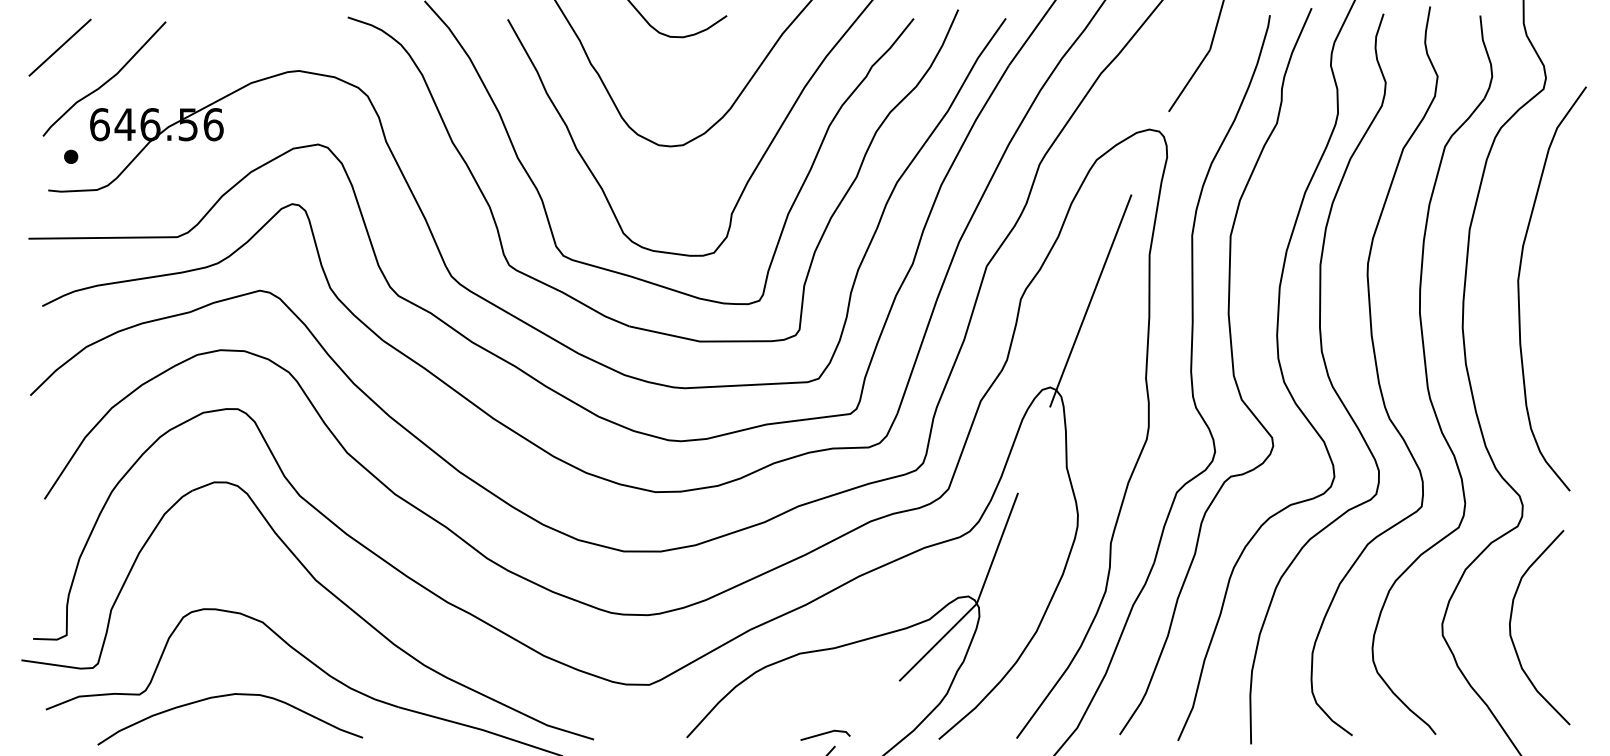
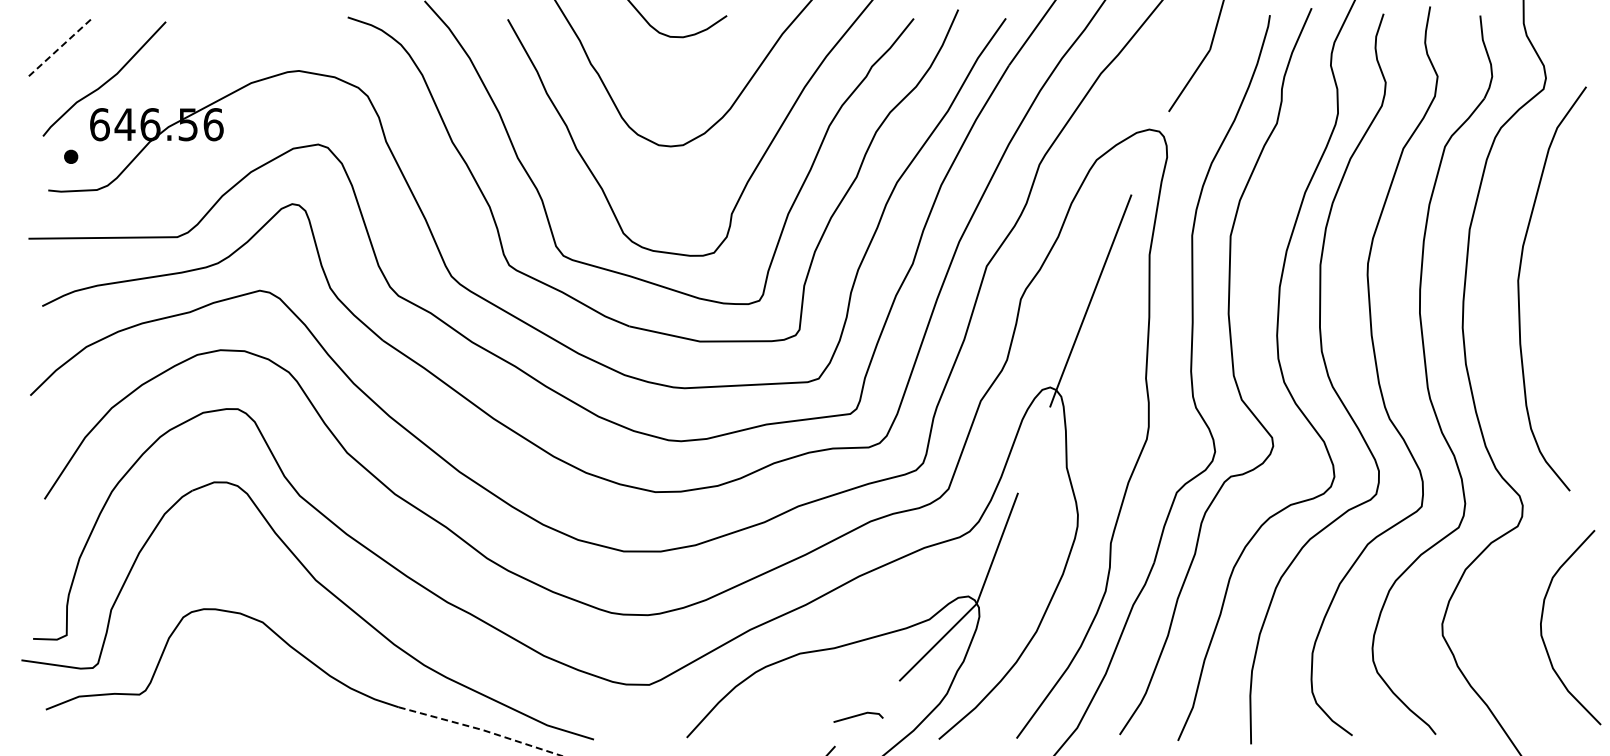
line at (60, 47): solid -> dashed
curve at (1511, 630) position: (1511, 630) -> (1542, 630)
curve at (227, 696): present -> none
line at (481, 729): solid -> dashed
line at (825, 734) position: (825, 734) -> (858, 716)
